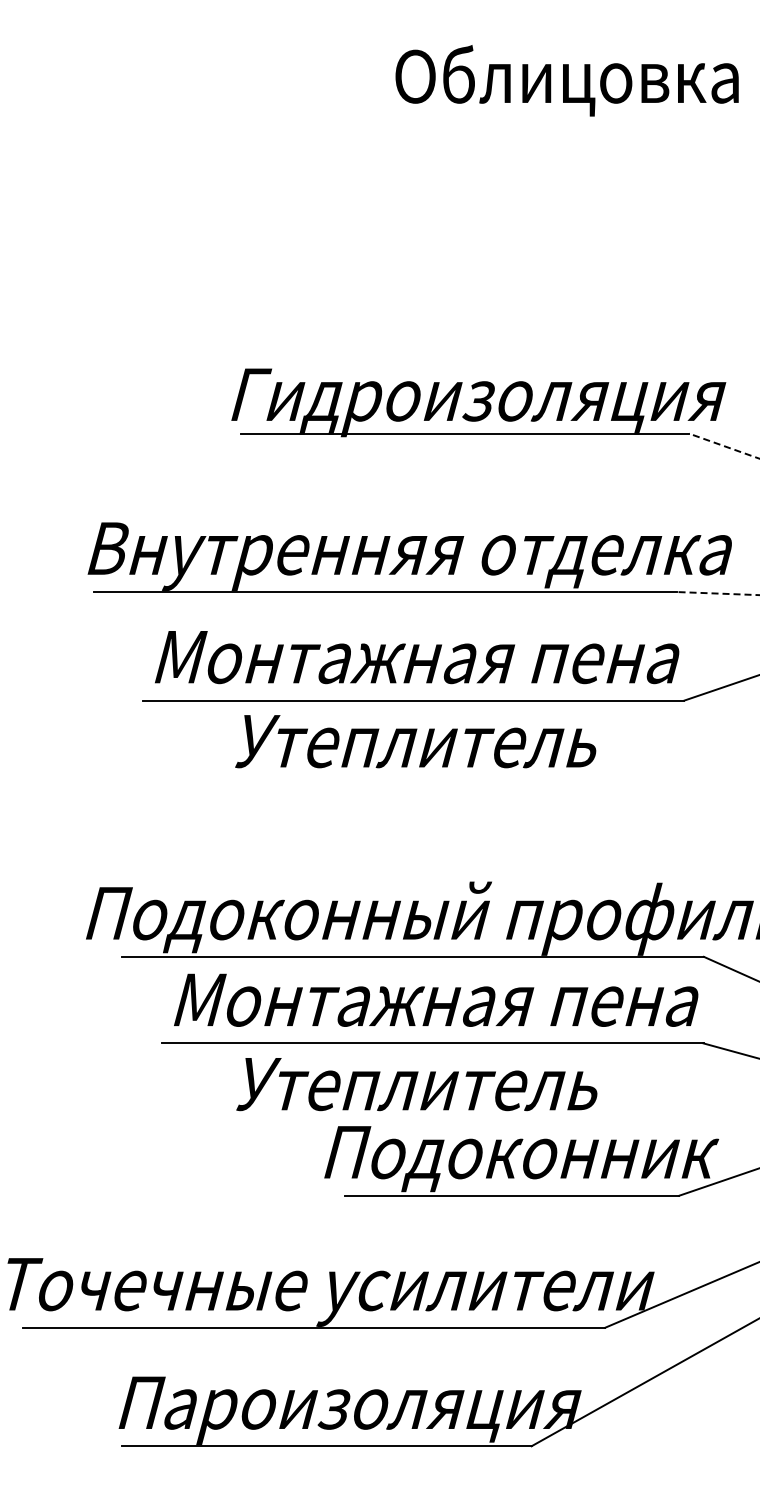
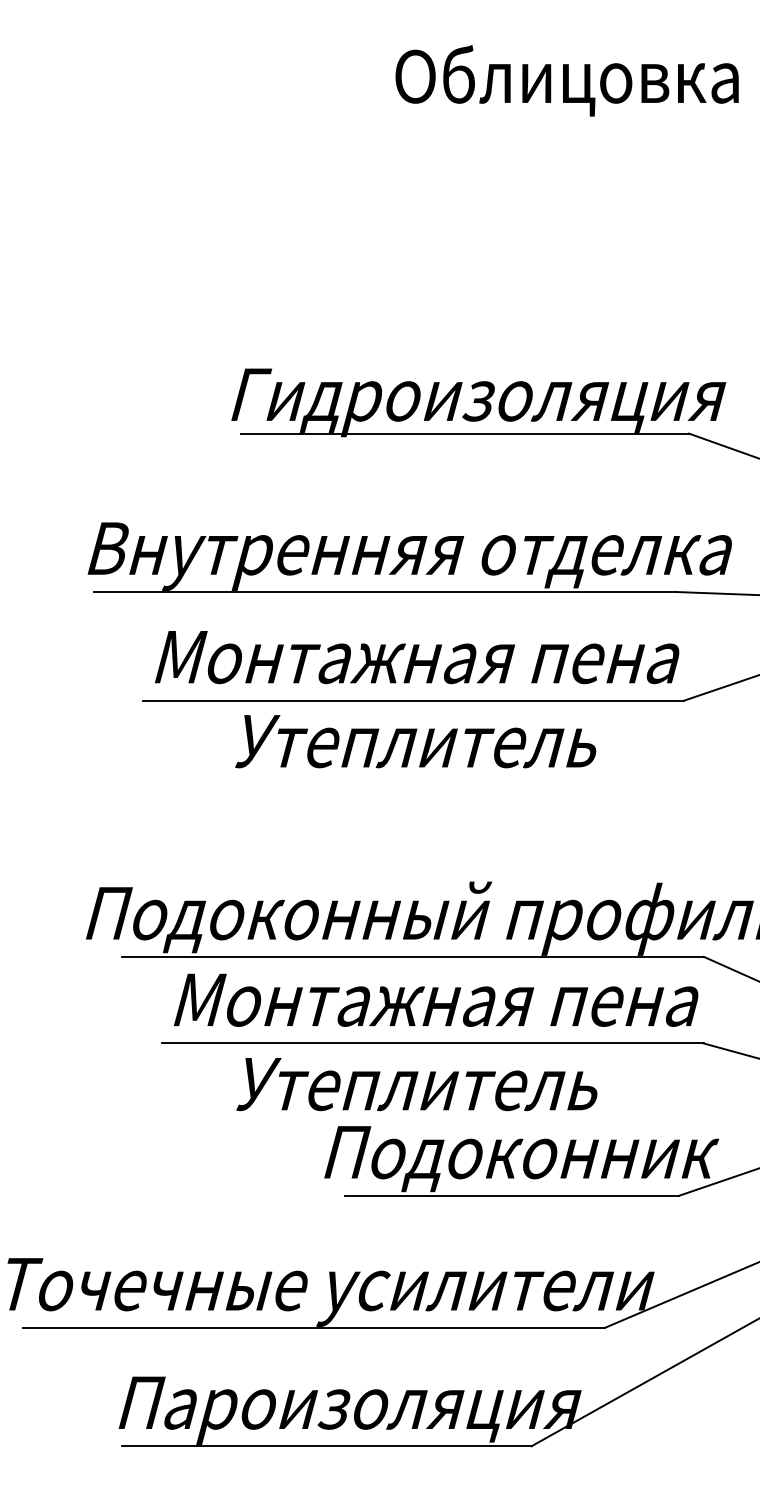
line at (723, 446): dashed -> solid
line at (718, 593): dashed -> solid
